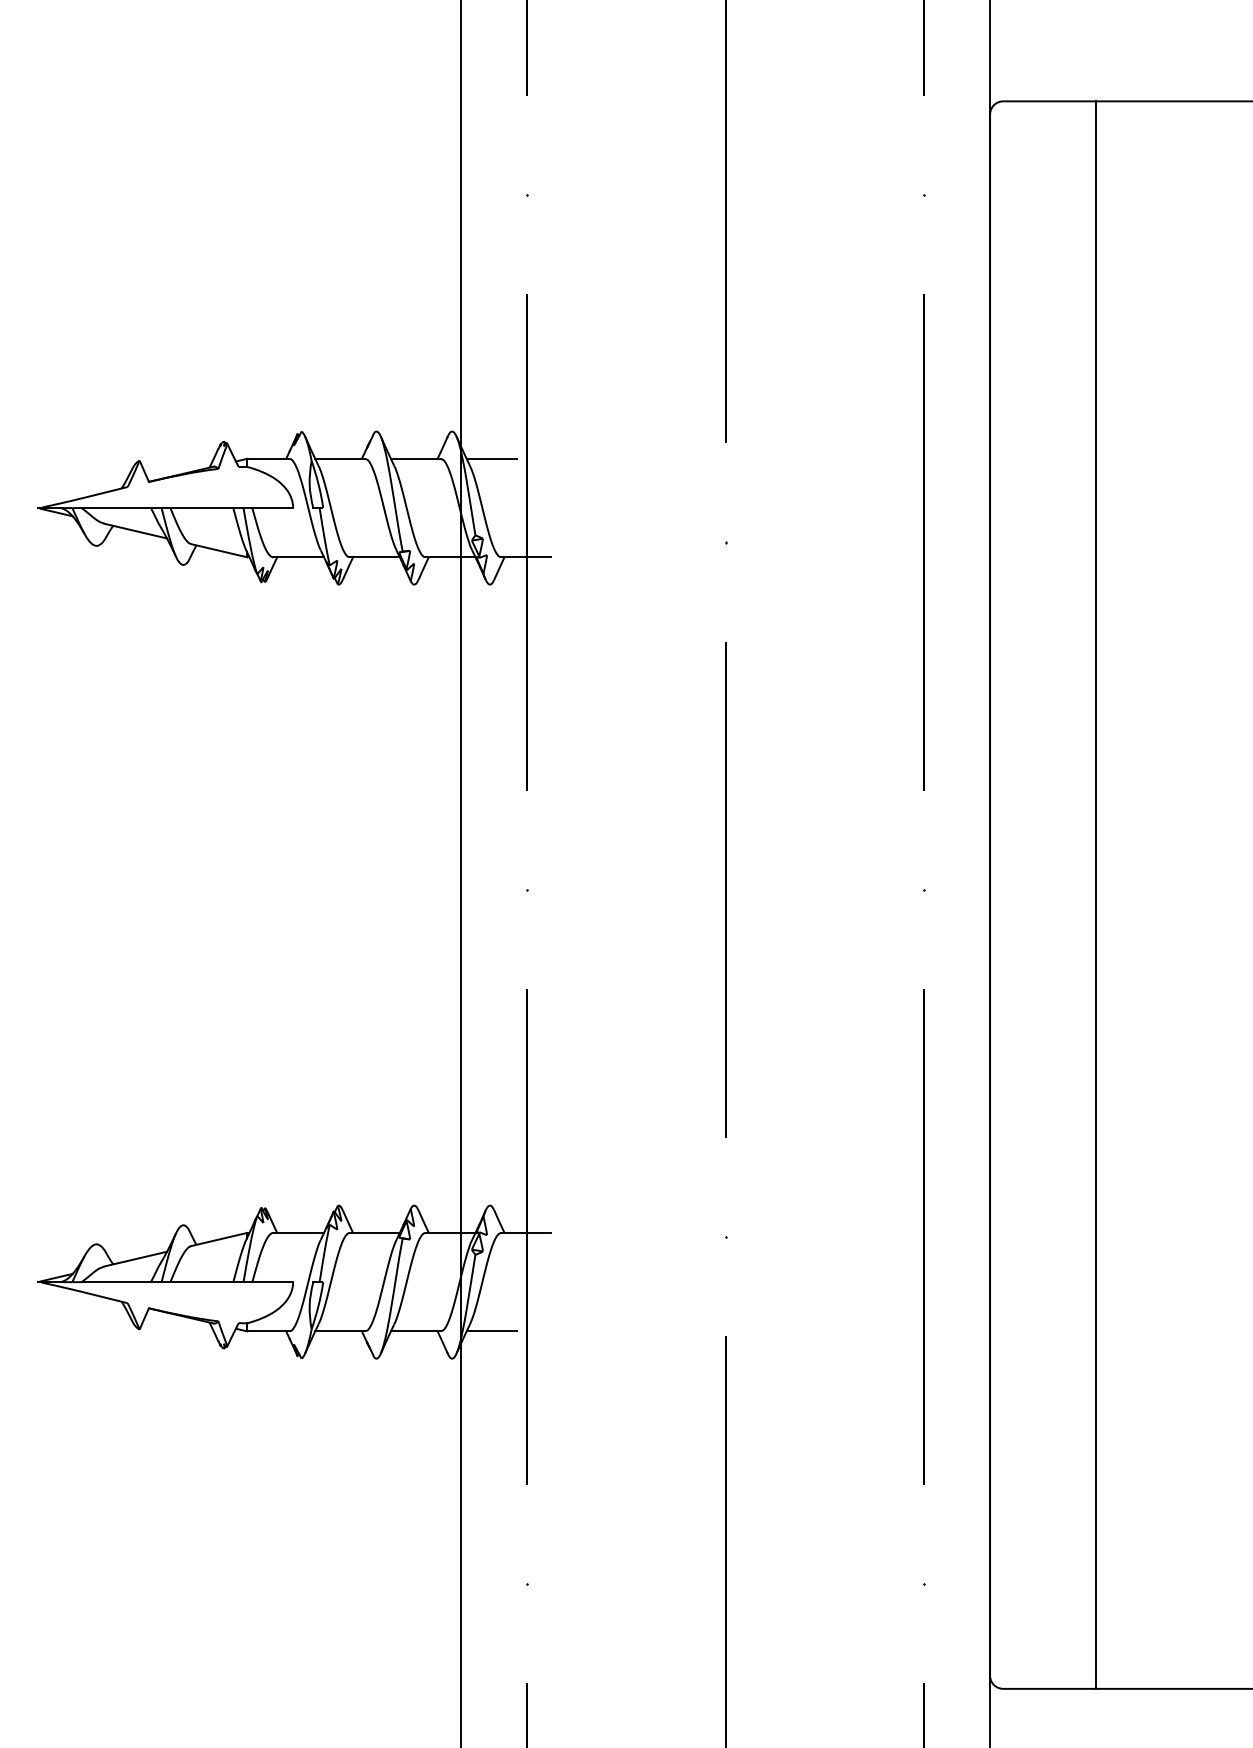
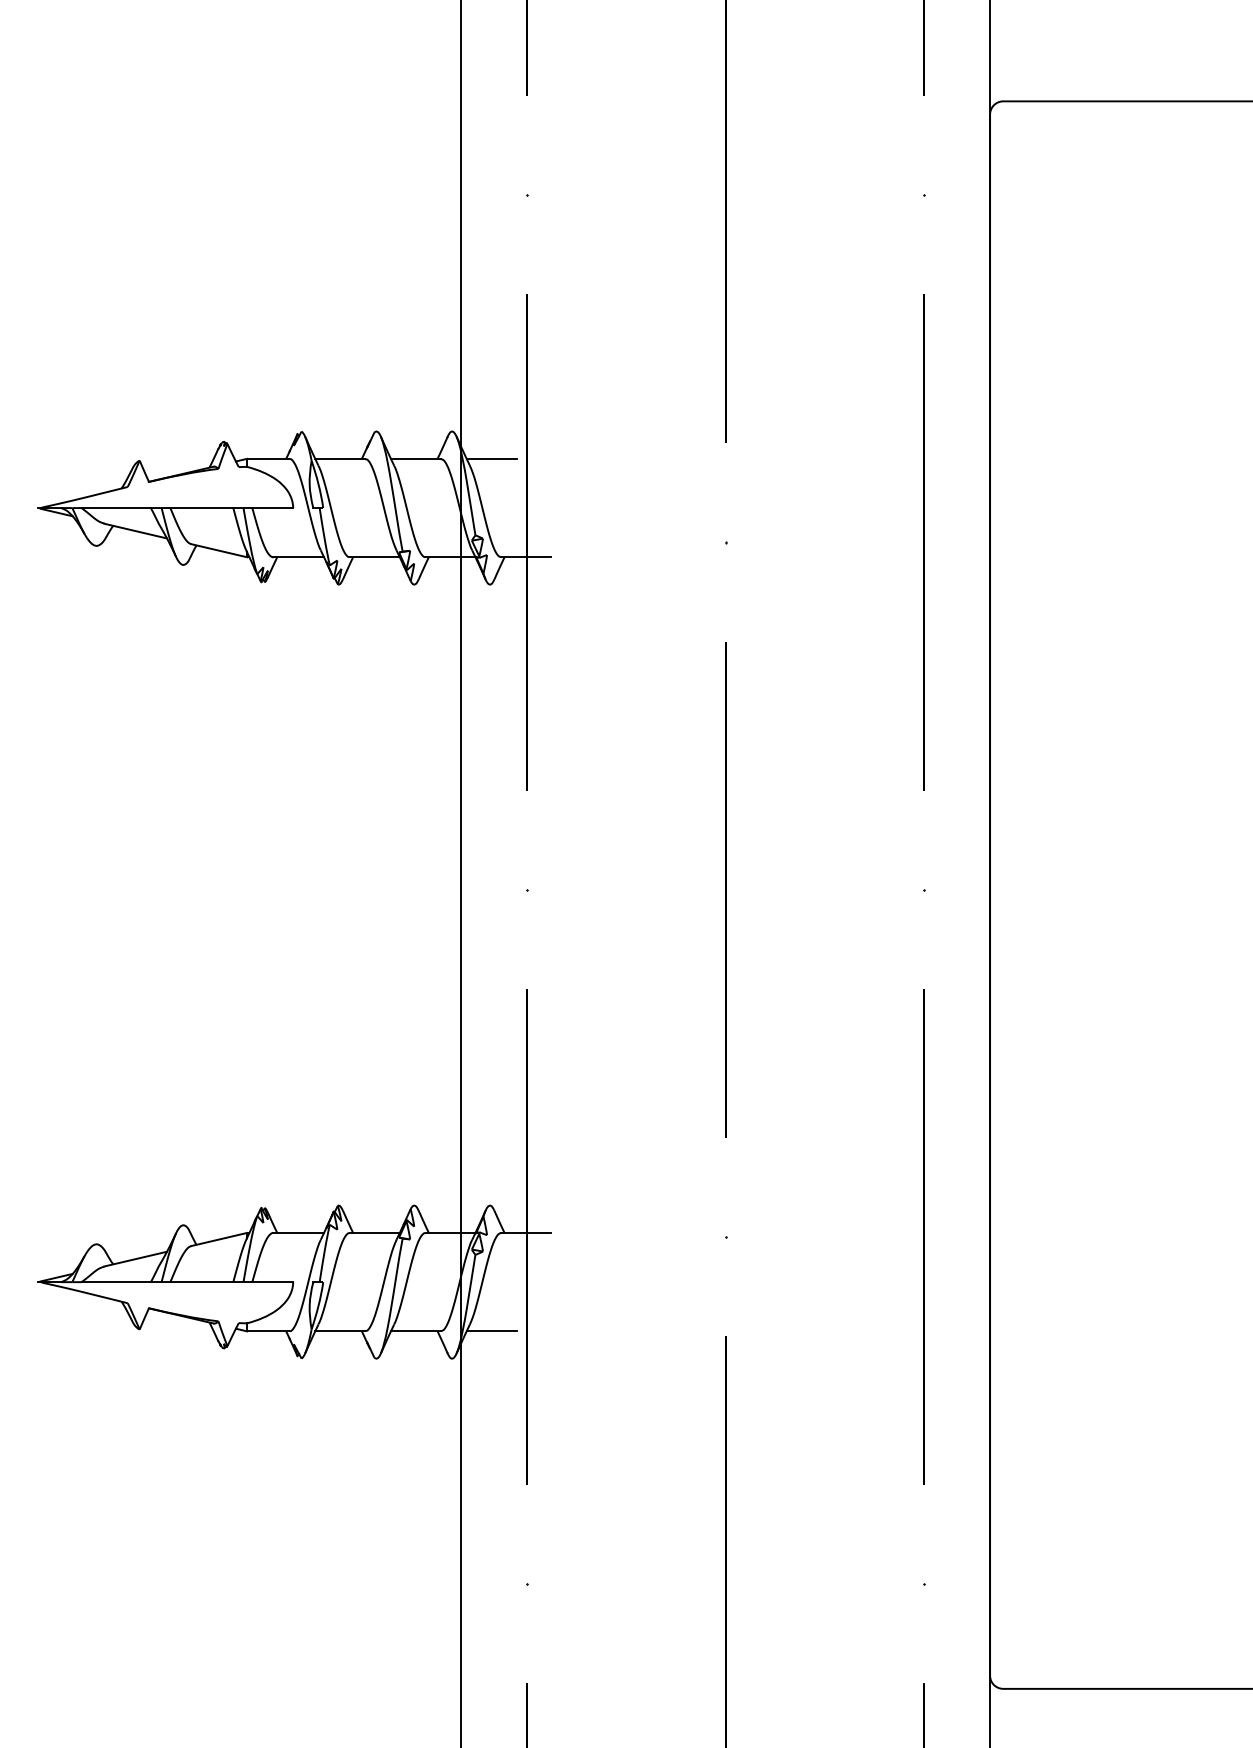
line at (1095, 894): present -> none
